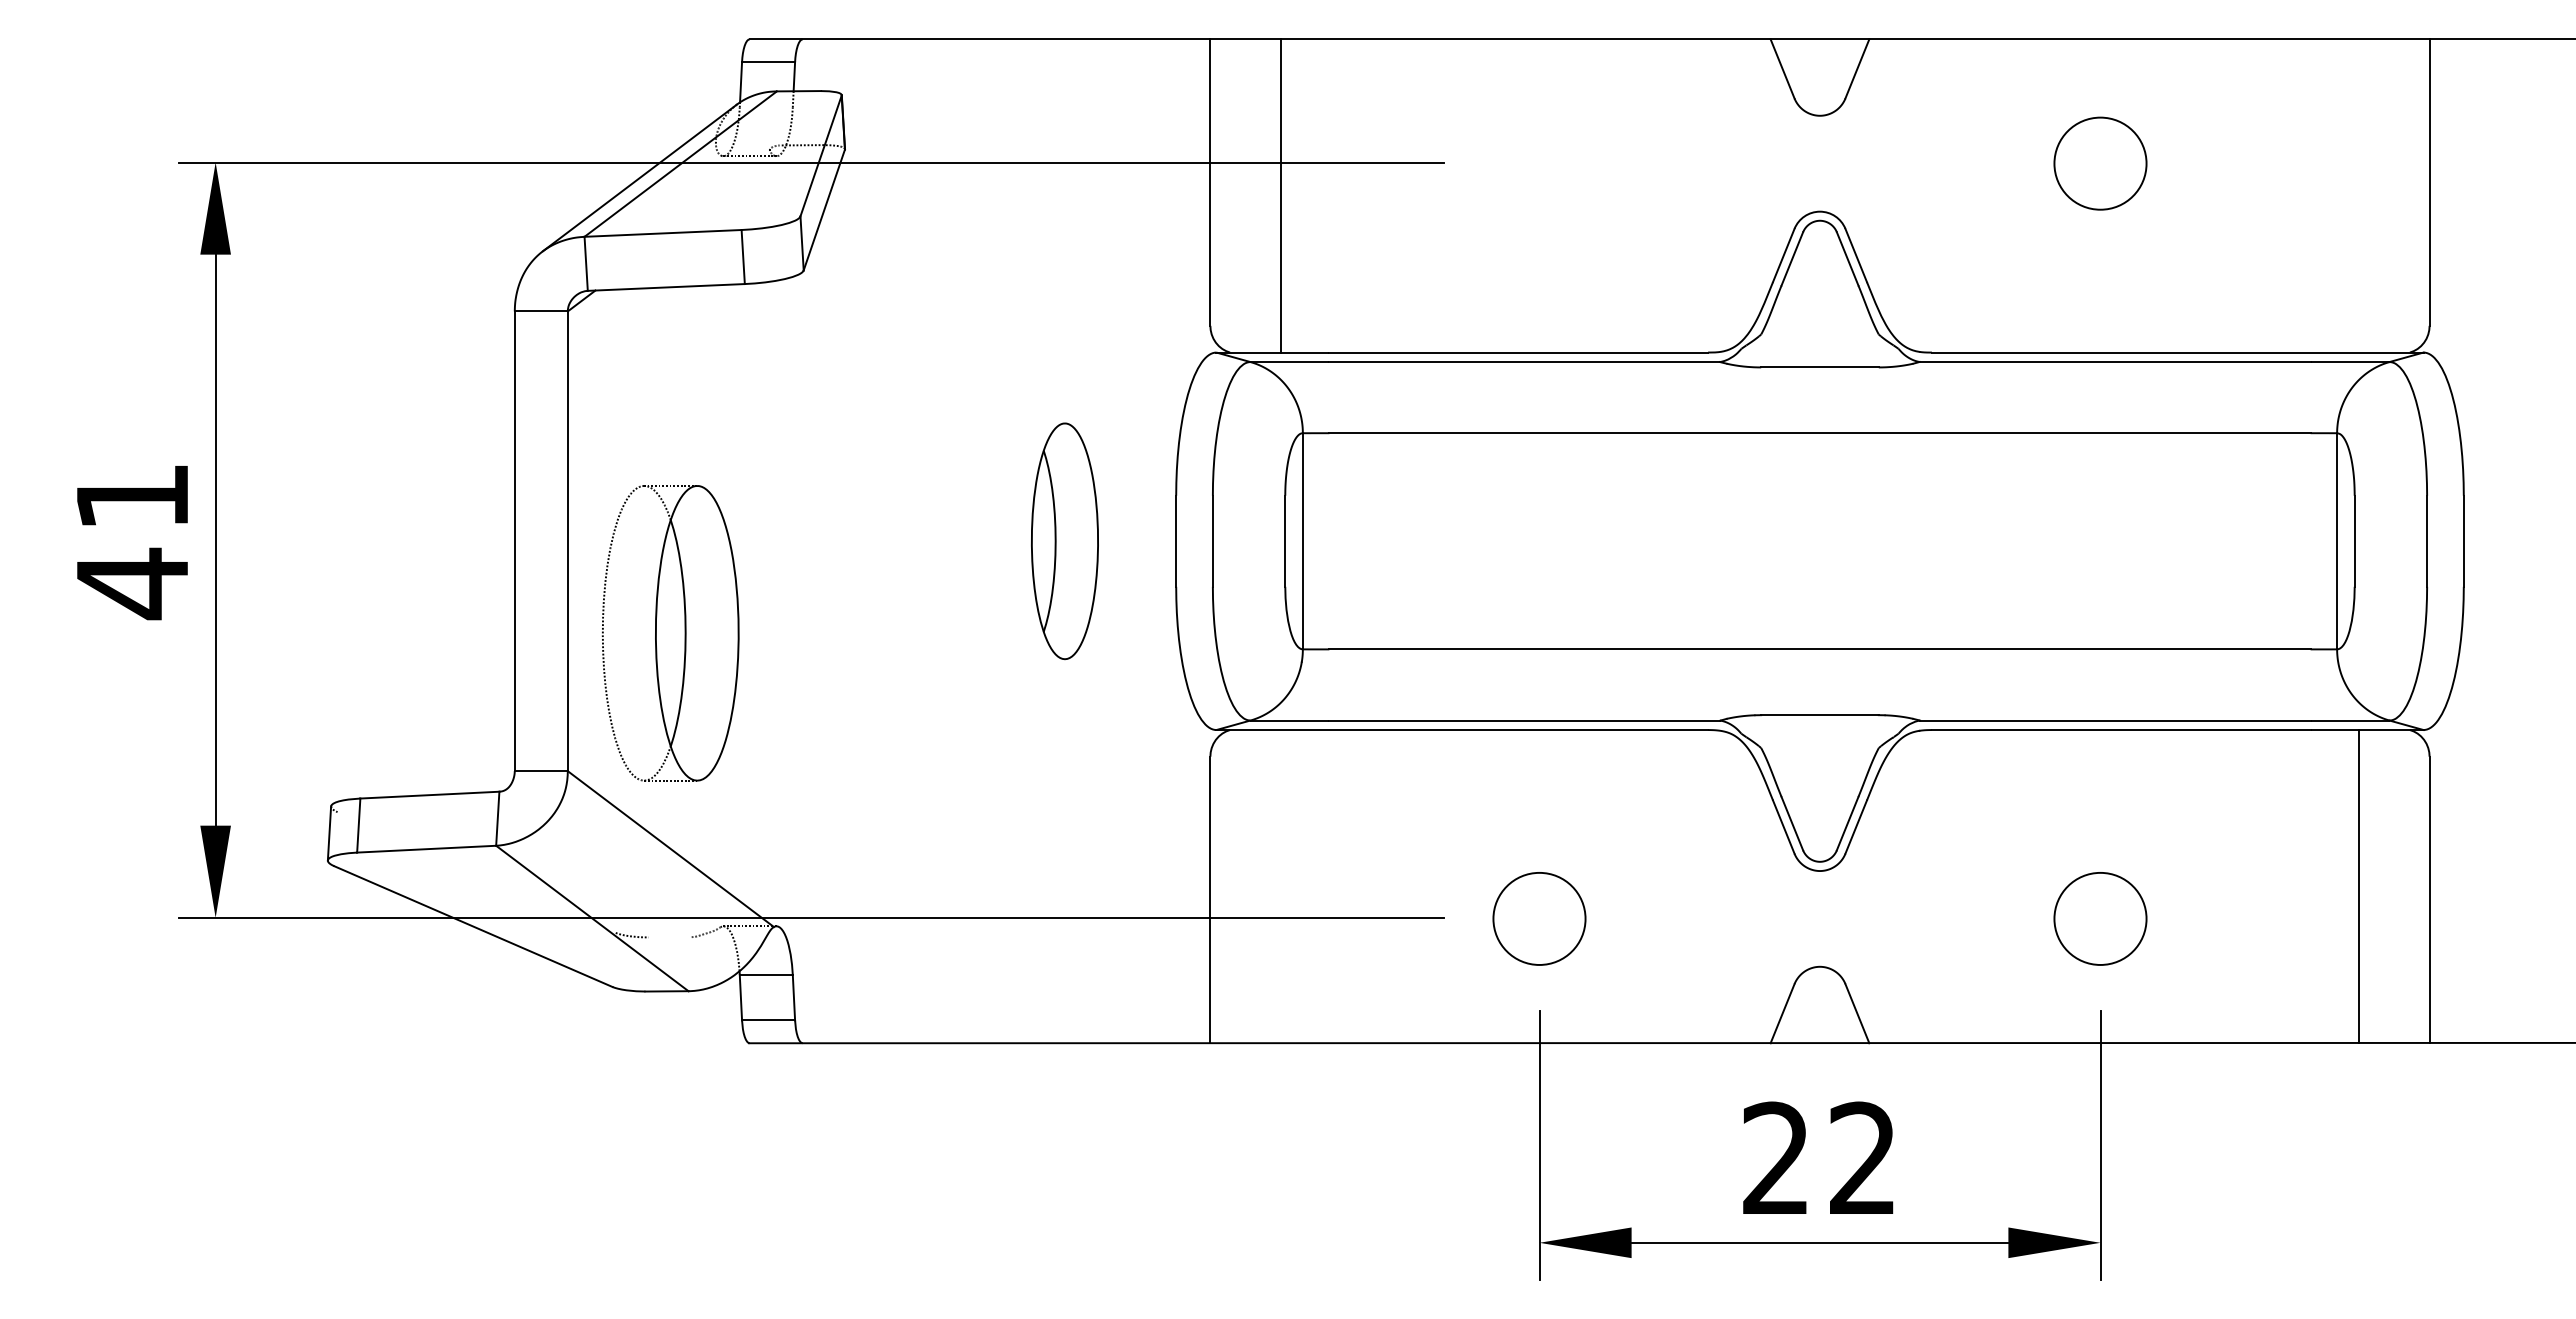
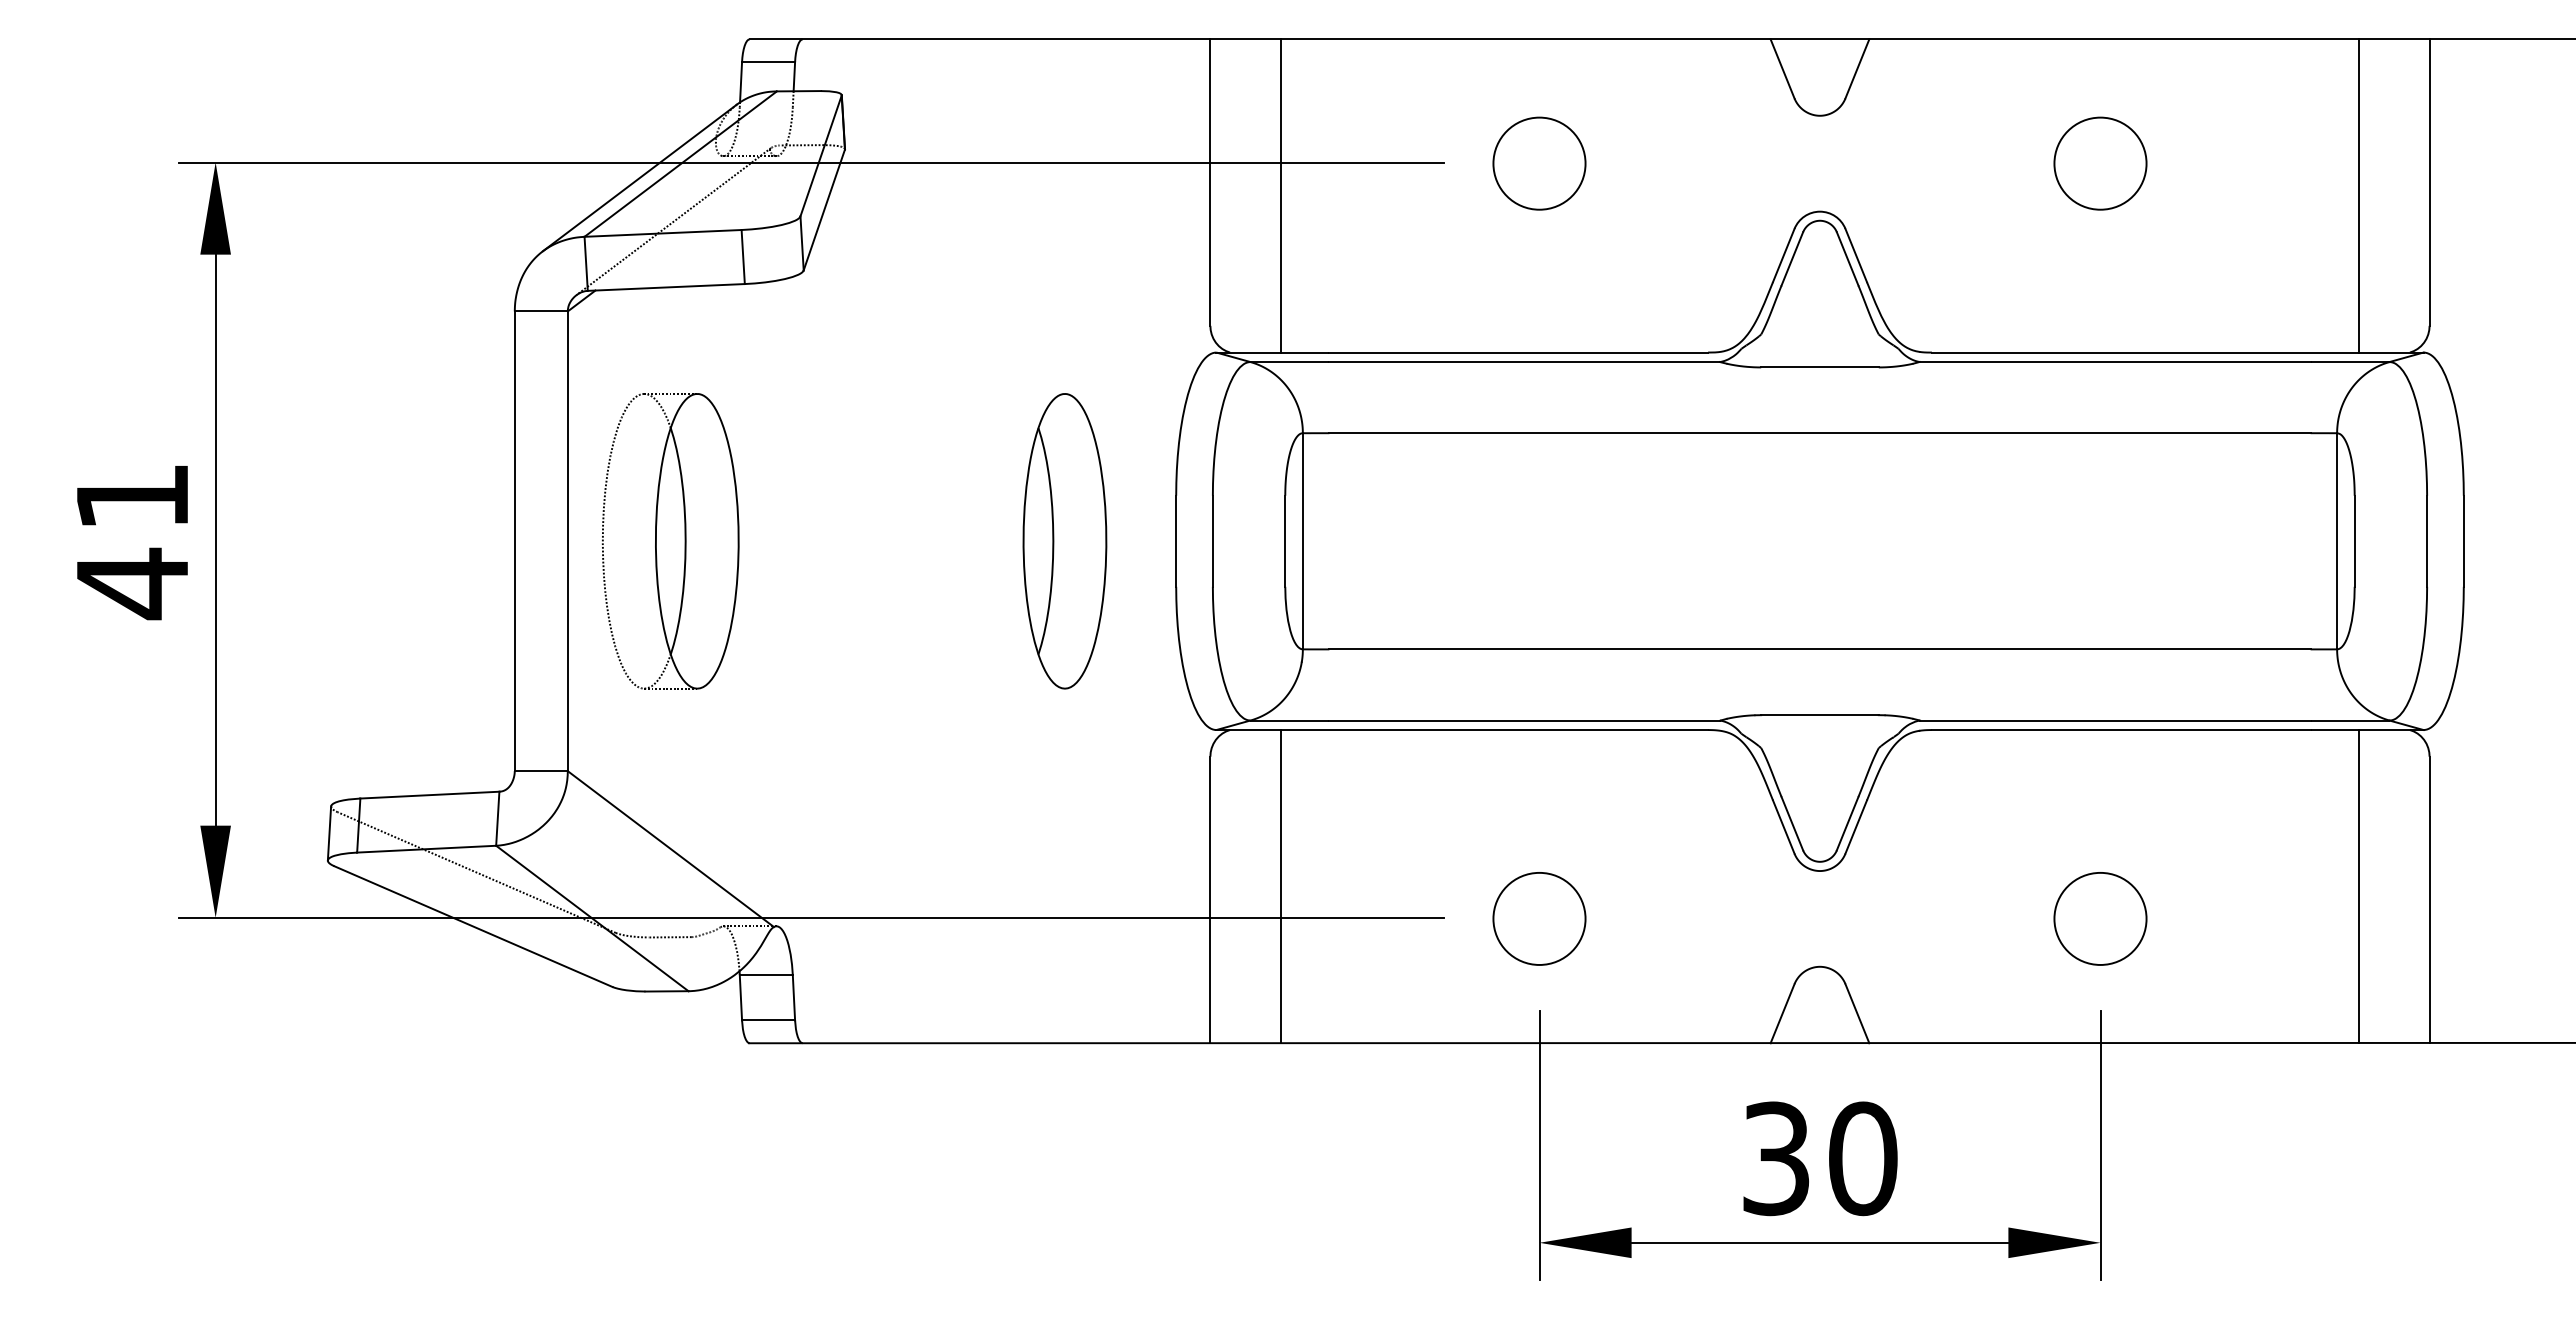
circle at (1539, 163): none -> present
line at (2358, 195): none -> present
line at (673, 221): none -> present
part at (1064, 541) size: 68x239 px -> 86x297 px
part at (670, 633) position: (670, 633) -> (670, 541)
line at (476, 872): none -> present
line at (1281, 886): none -> present
line at (669, 937): none -> present
text at (1820, 1158): 22 -> 30
